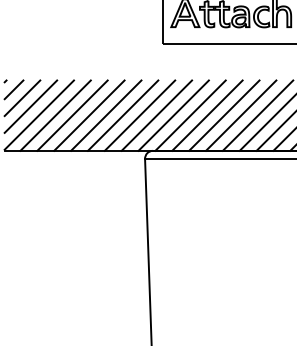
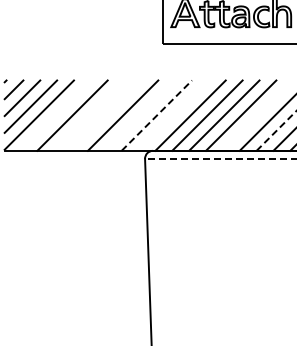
line at (55, 115): present -> none
line at (89, 115): present -> none
line at (106, 115): present -> none
line at (139, 115): present -> none
line at (156, 115): solid -> dashed
line at (173, 115): present -> none
line at (257, 115): present -> none
line at (277, 130): solid -> dashed
line at (220, 159): solid -> dashed
